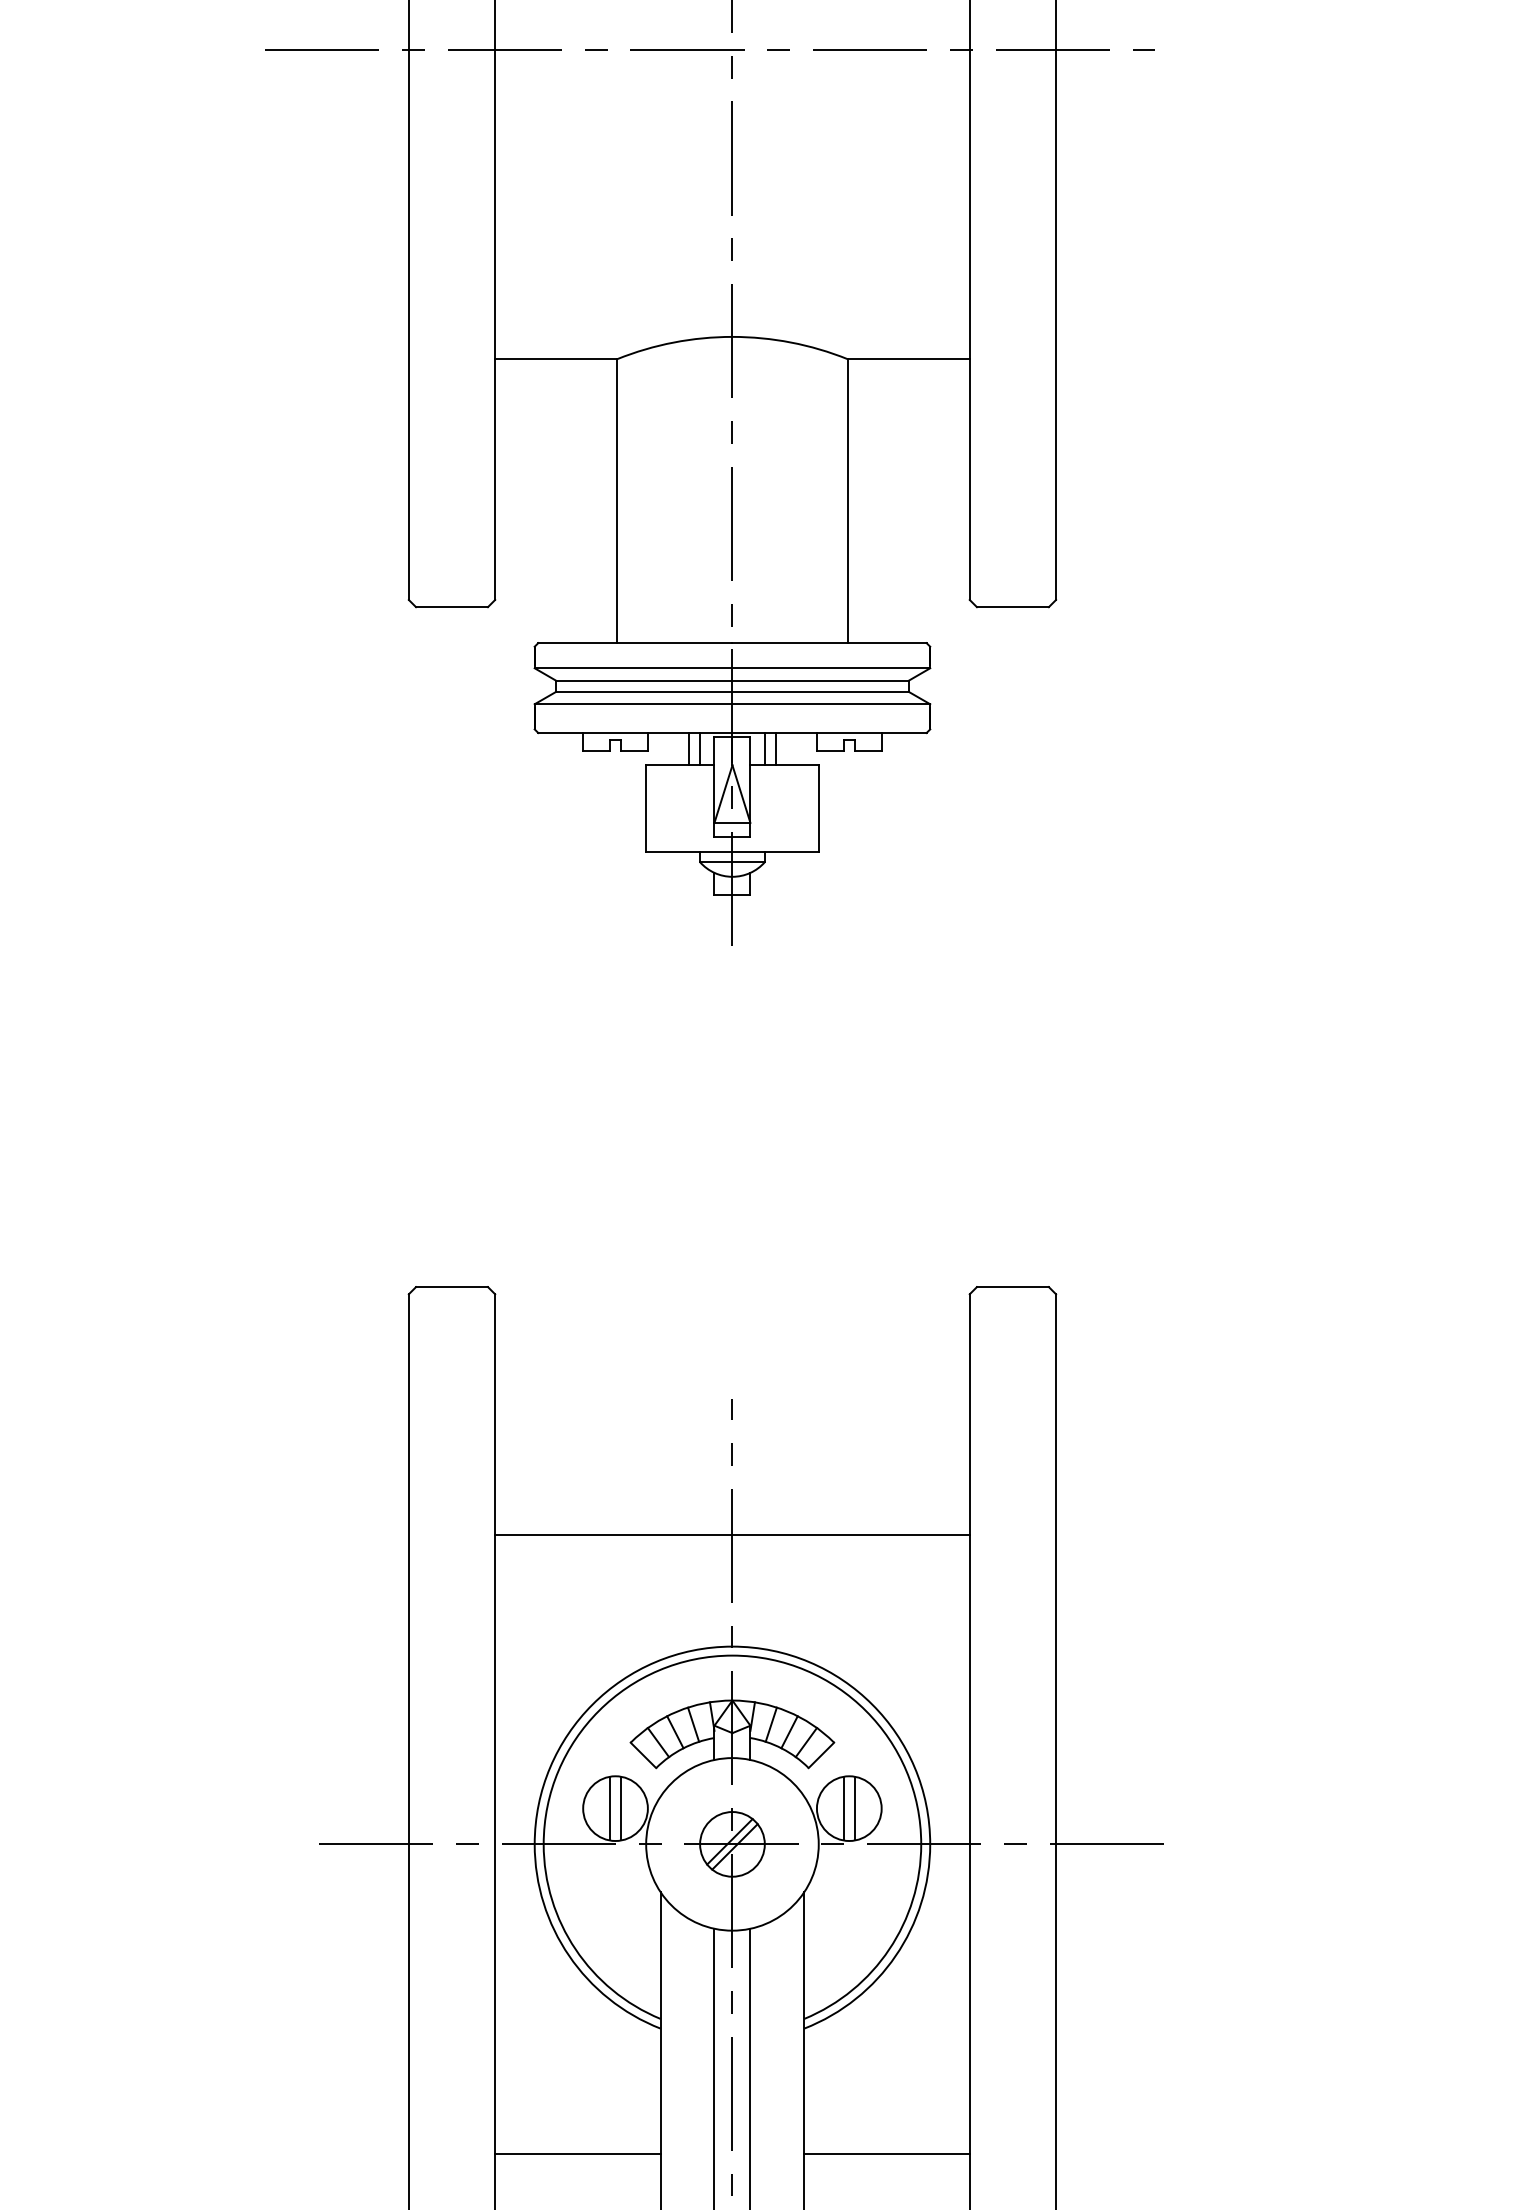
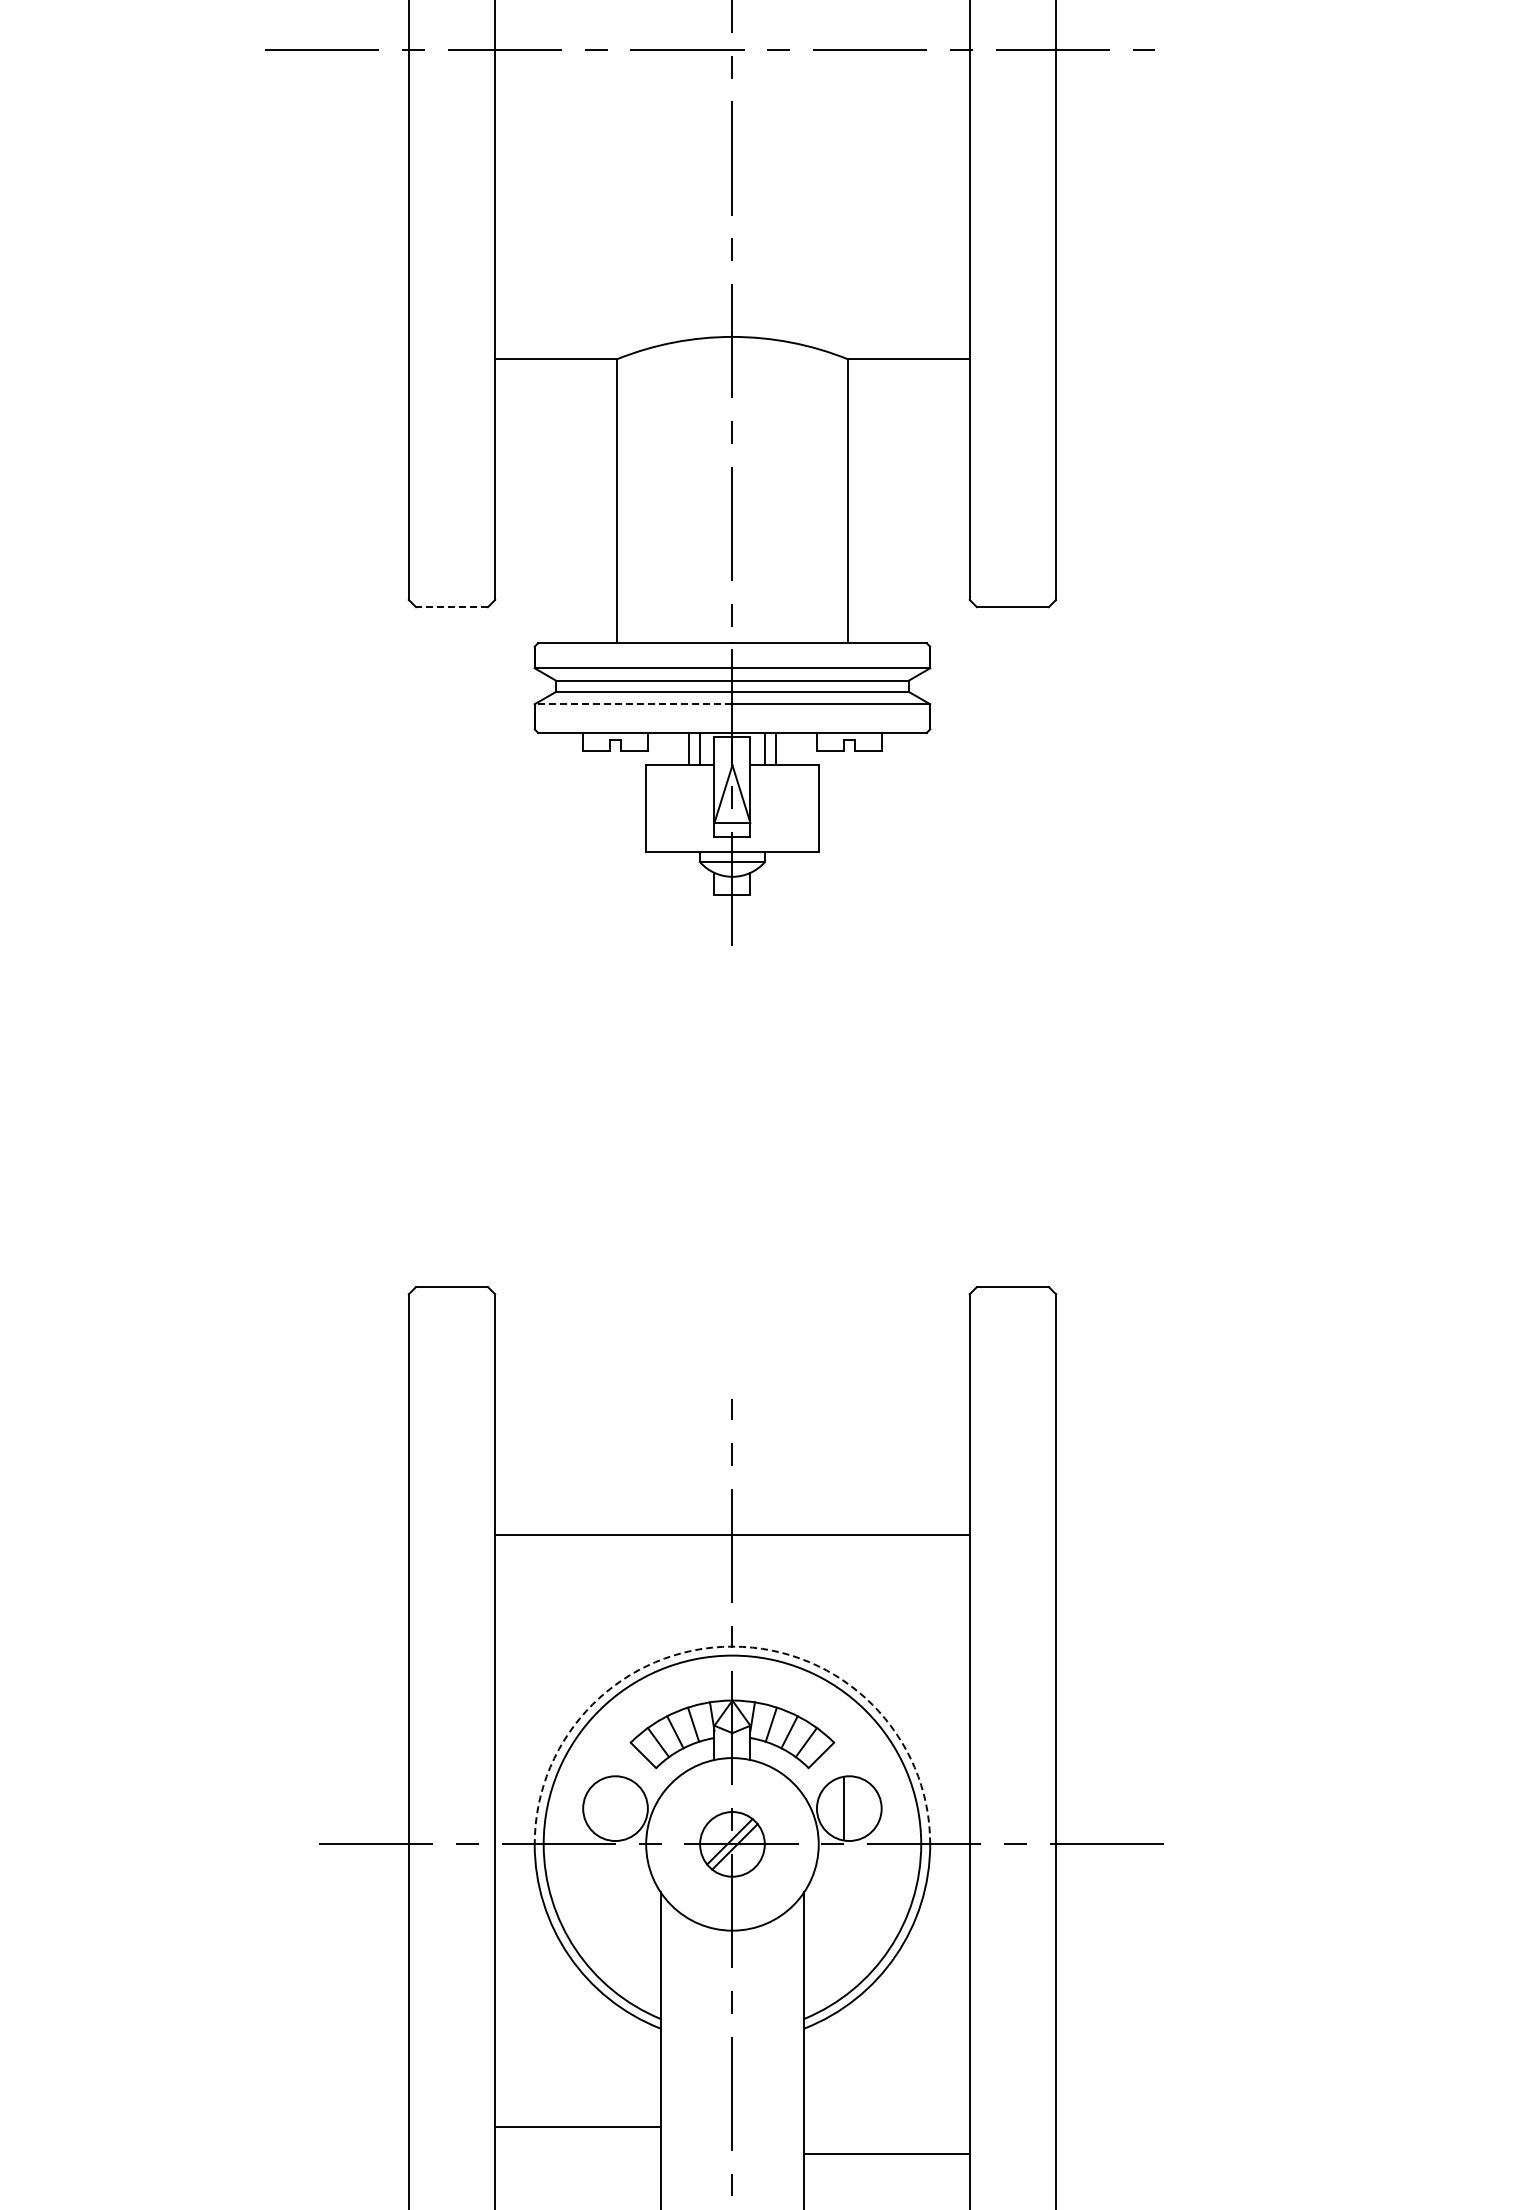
line at (452, 607): solid -> dashed
line at (633, 704): solid -> dashed
arc at (732, 1646): solid -> dashed
line at (610, 1808): present -> none
line at (620, 1808): present -> none
line at (854, 1808): present -> none
line at (714, 2067): present -> none
line at (750, 2067): present -> none
line at (577, 2153) position: (577, 2153) -> (577, 2126)
